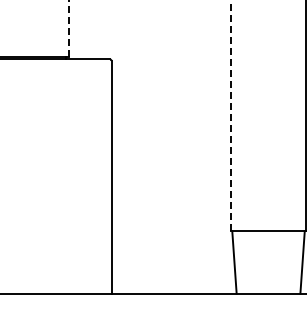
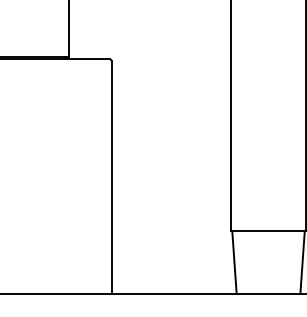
line at (68, 28): dashed -> solid
line at (231, 115): dashed -> solid
